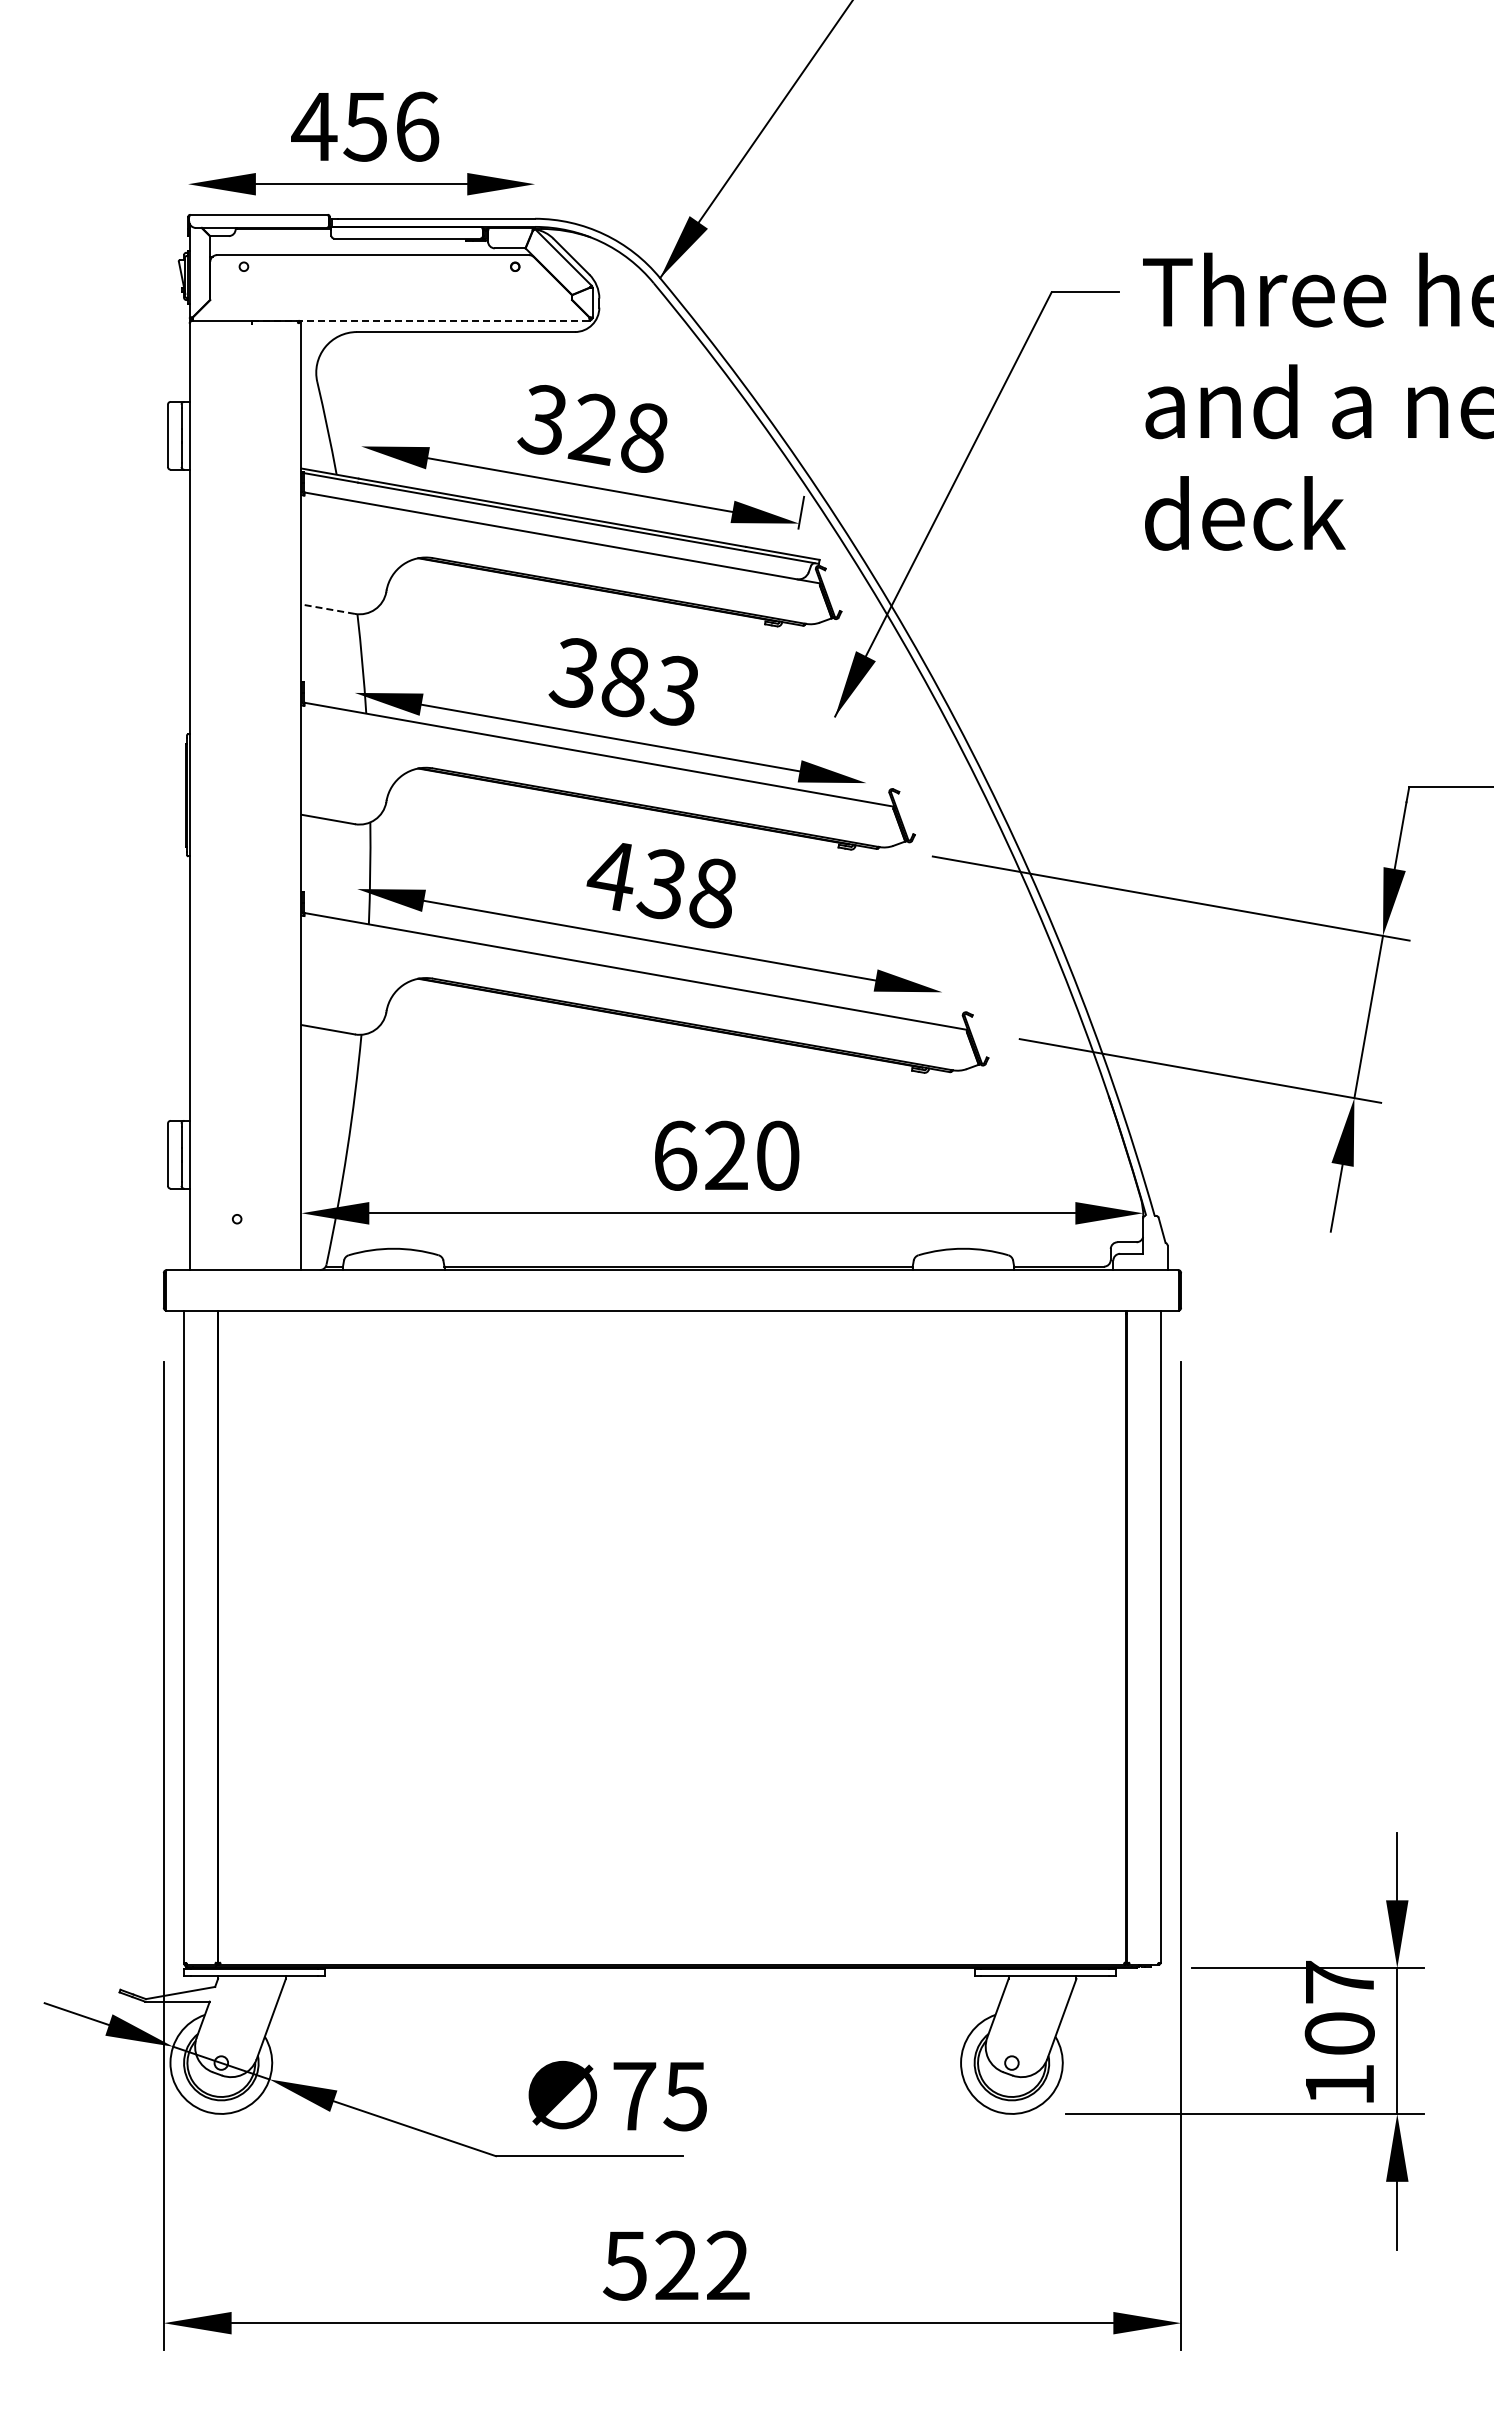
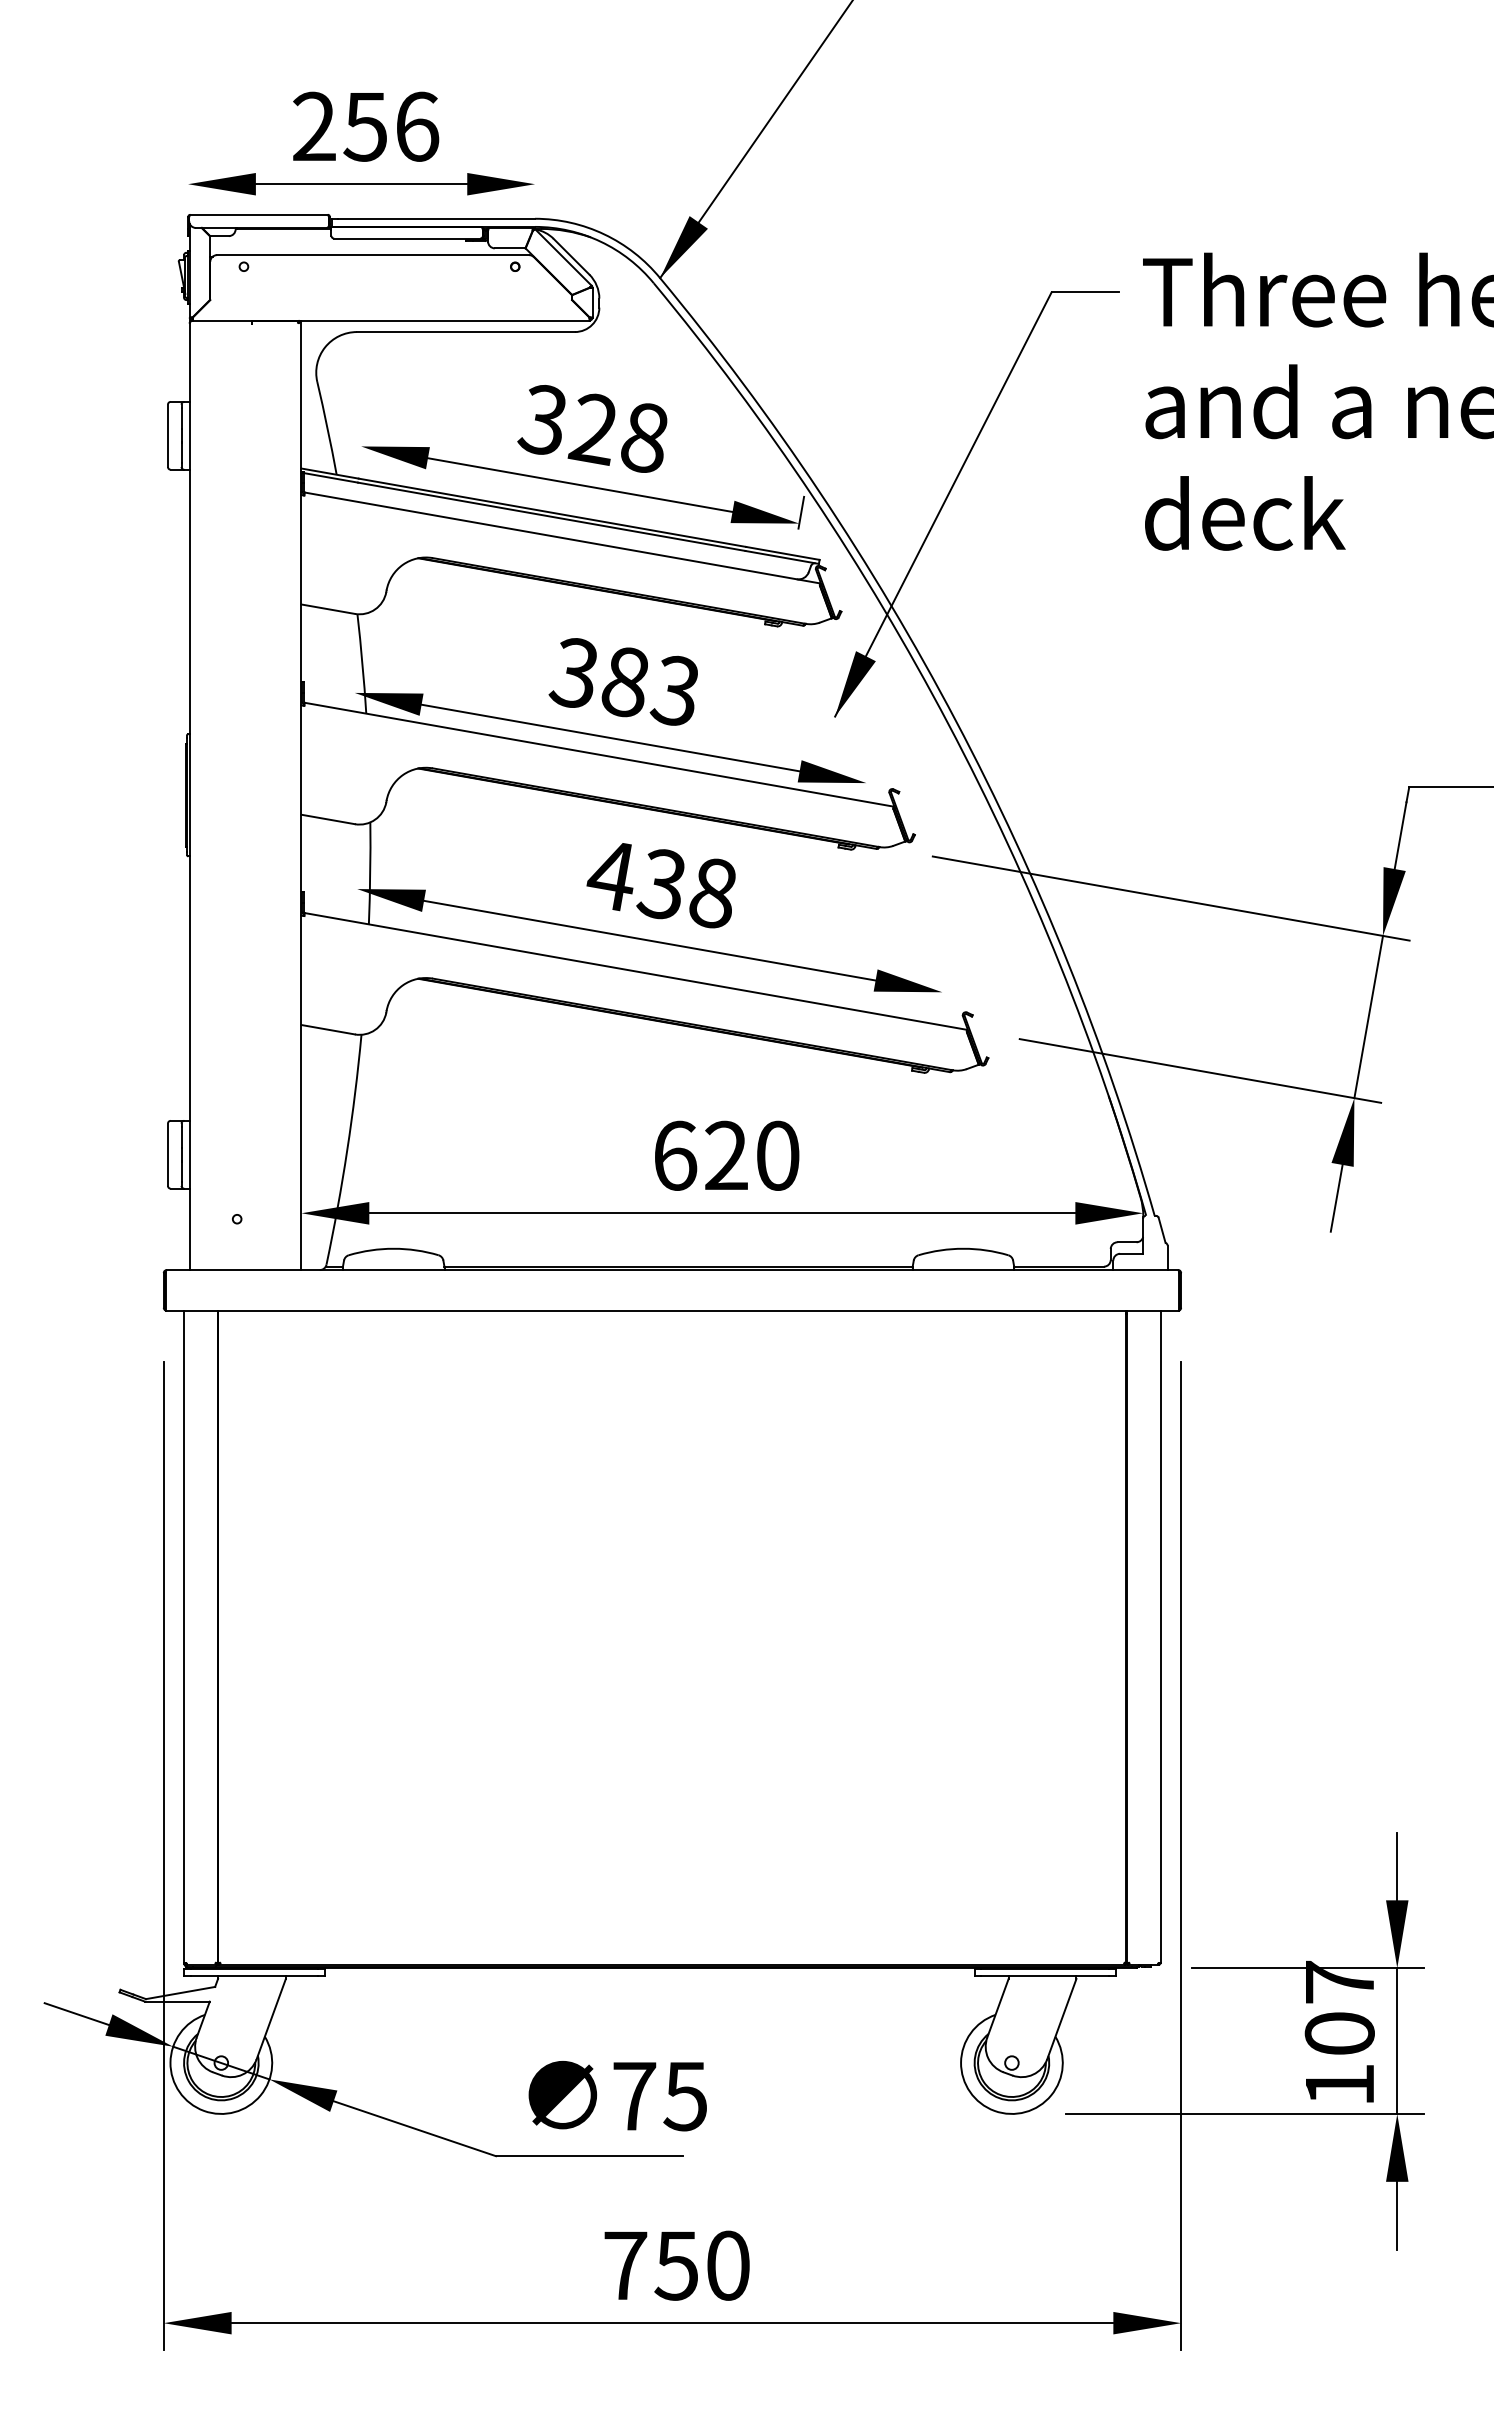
text at (314, 125): 456 -> 256
line at (420, 320): dashed -> solid
line at (327, 609): dashed -> solid
text at (676, 2265): 522 -> 750
